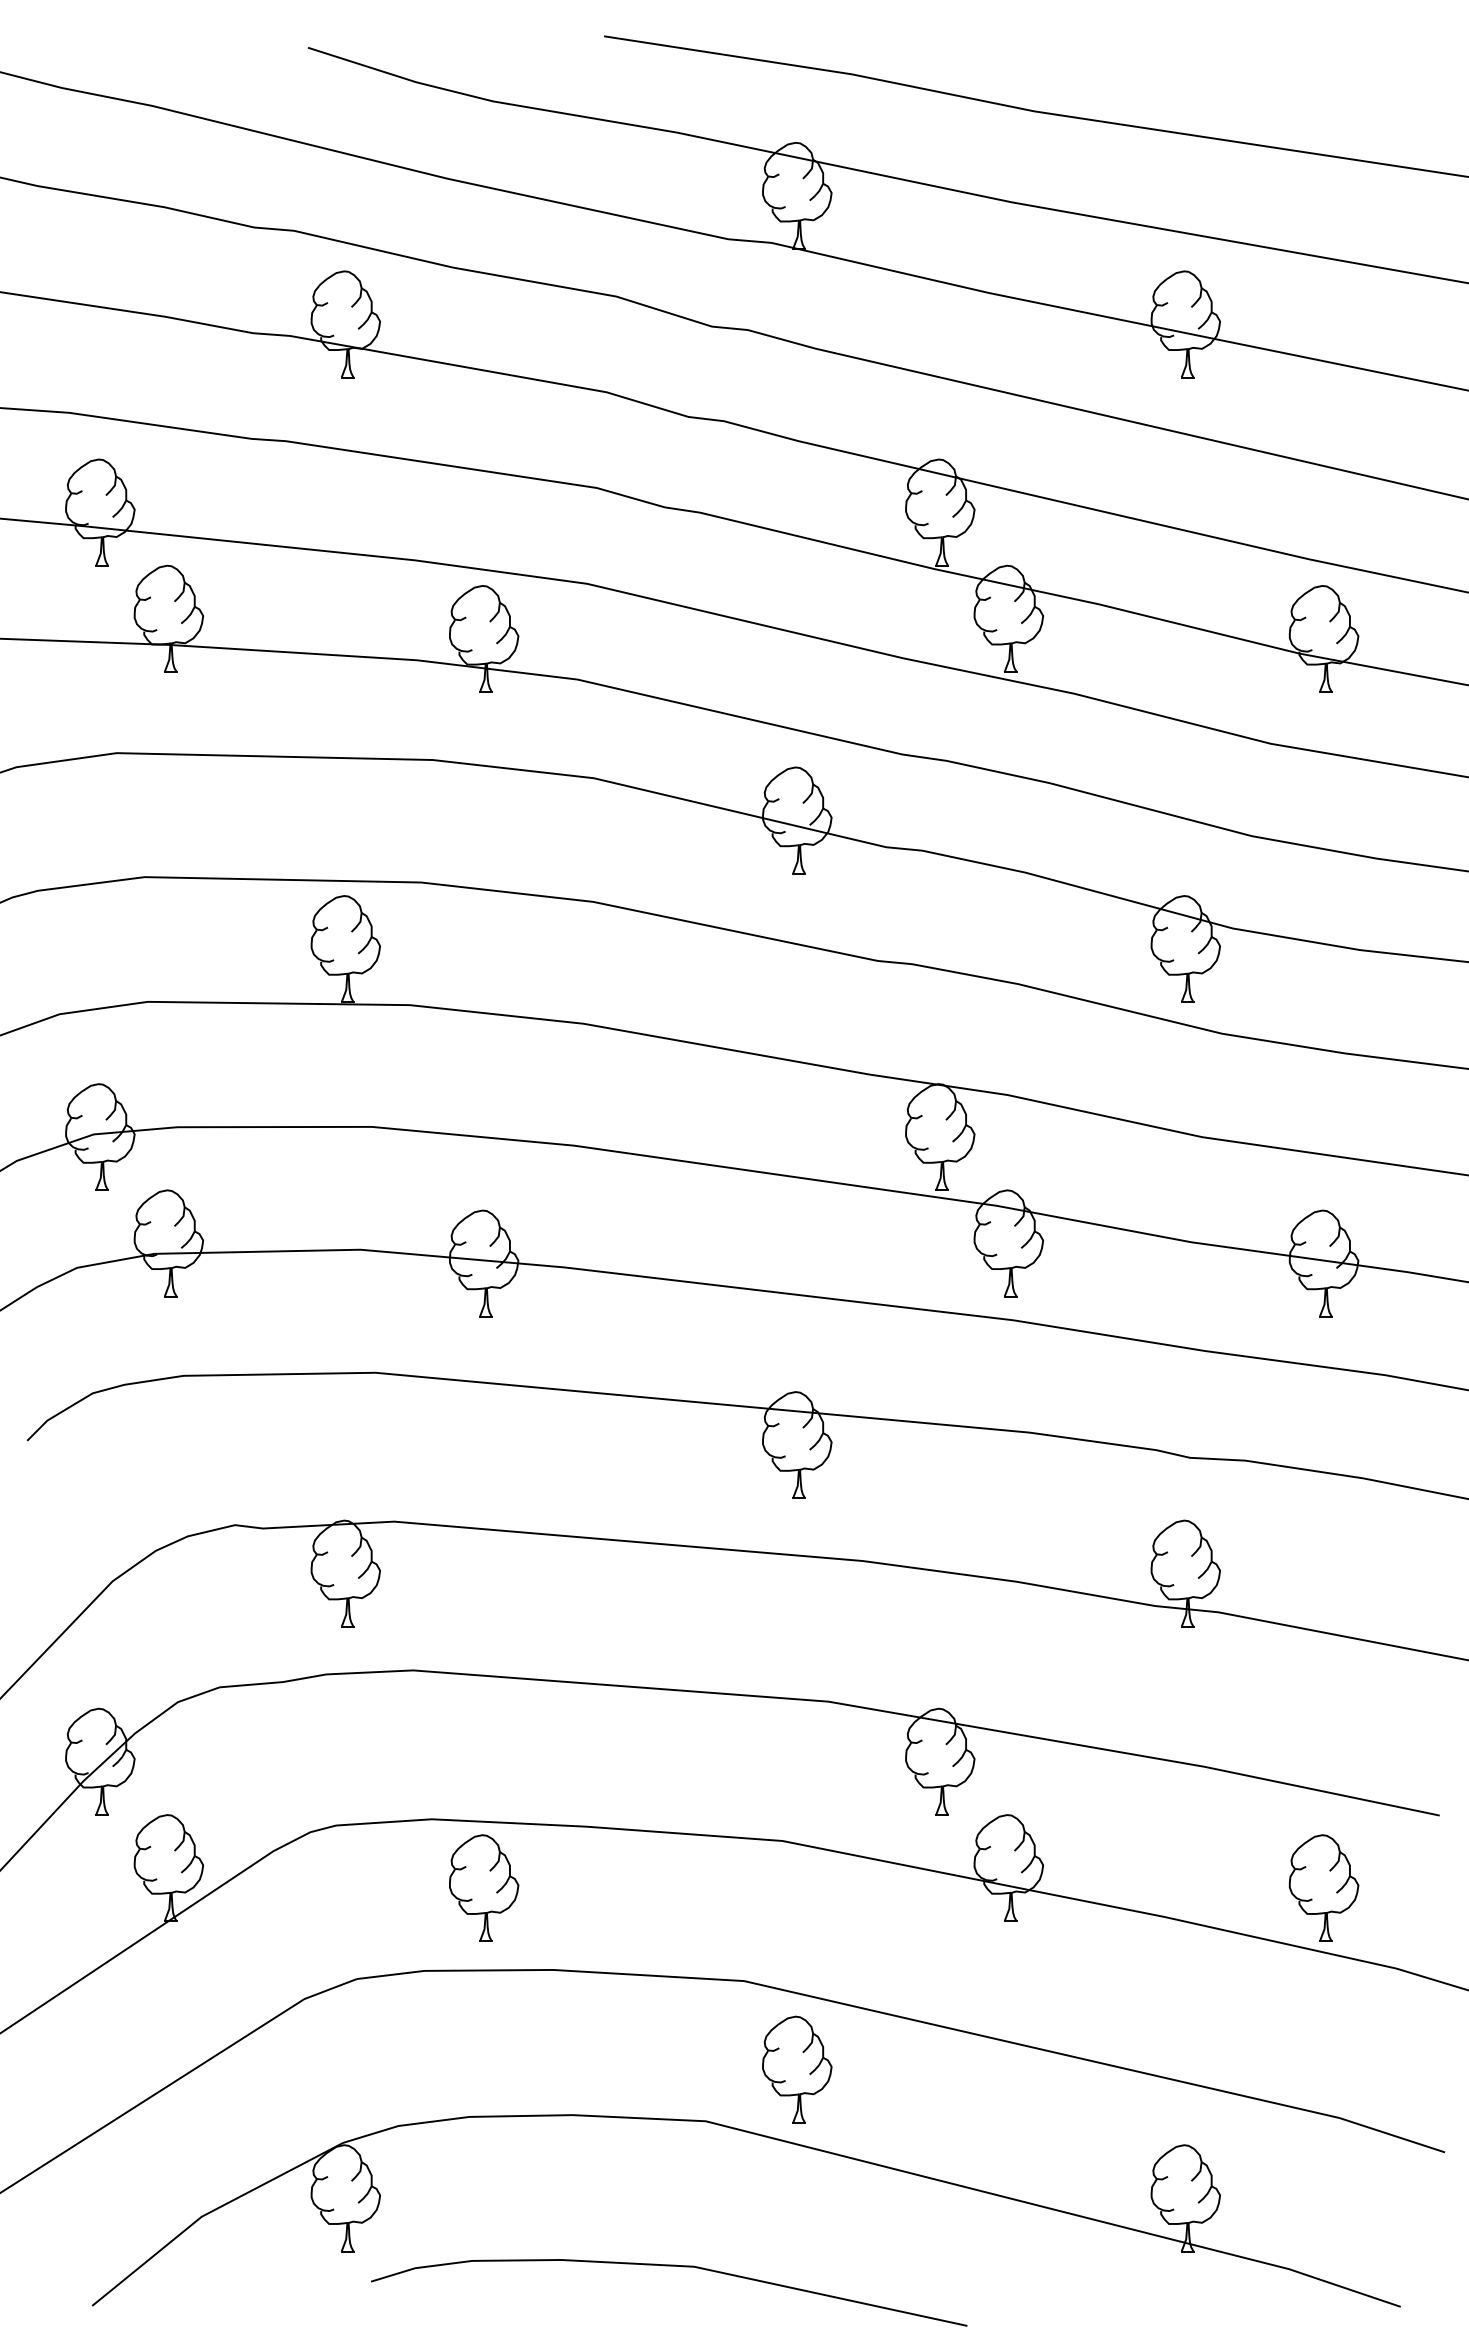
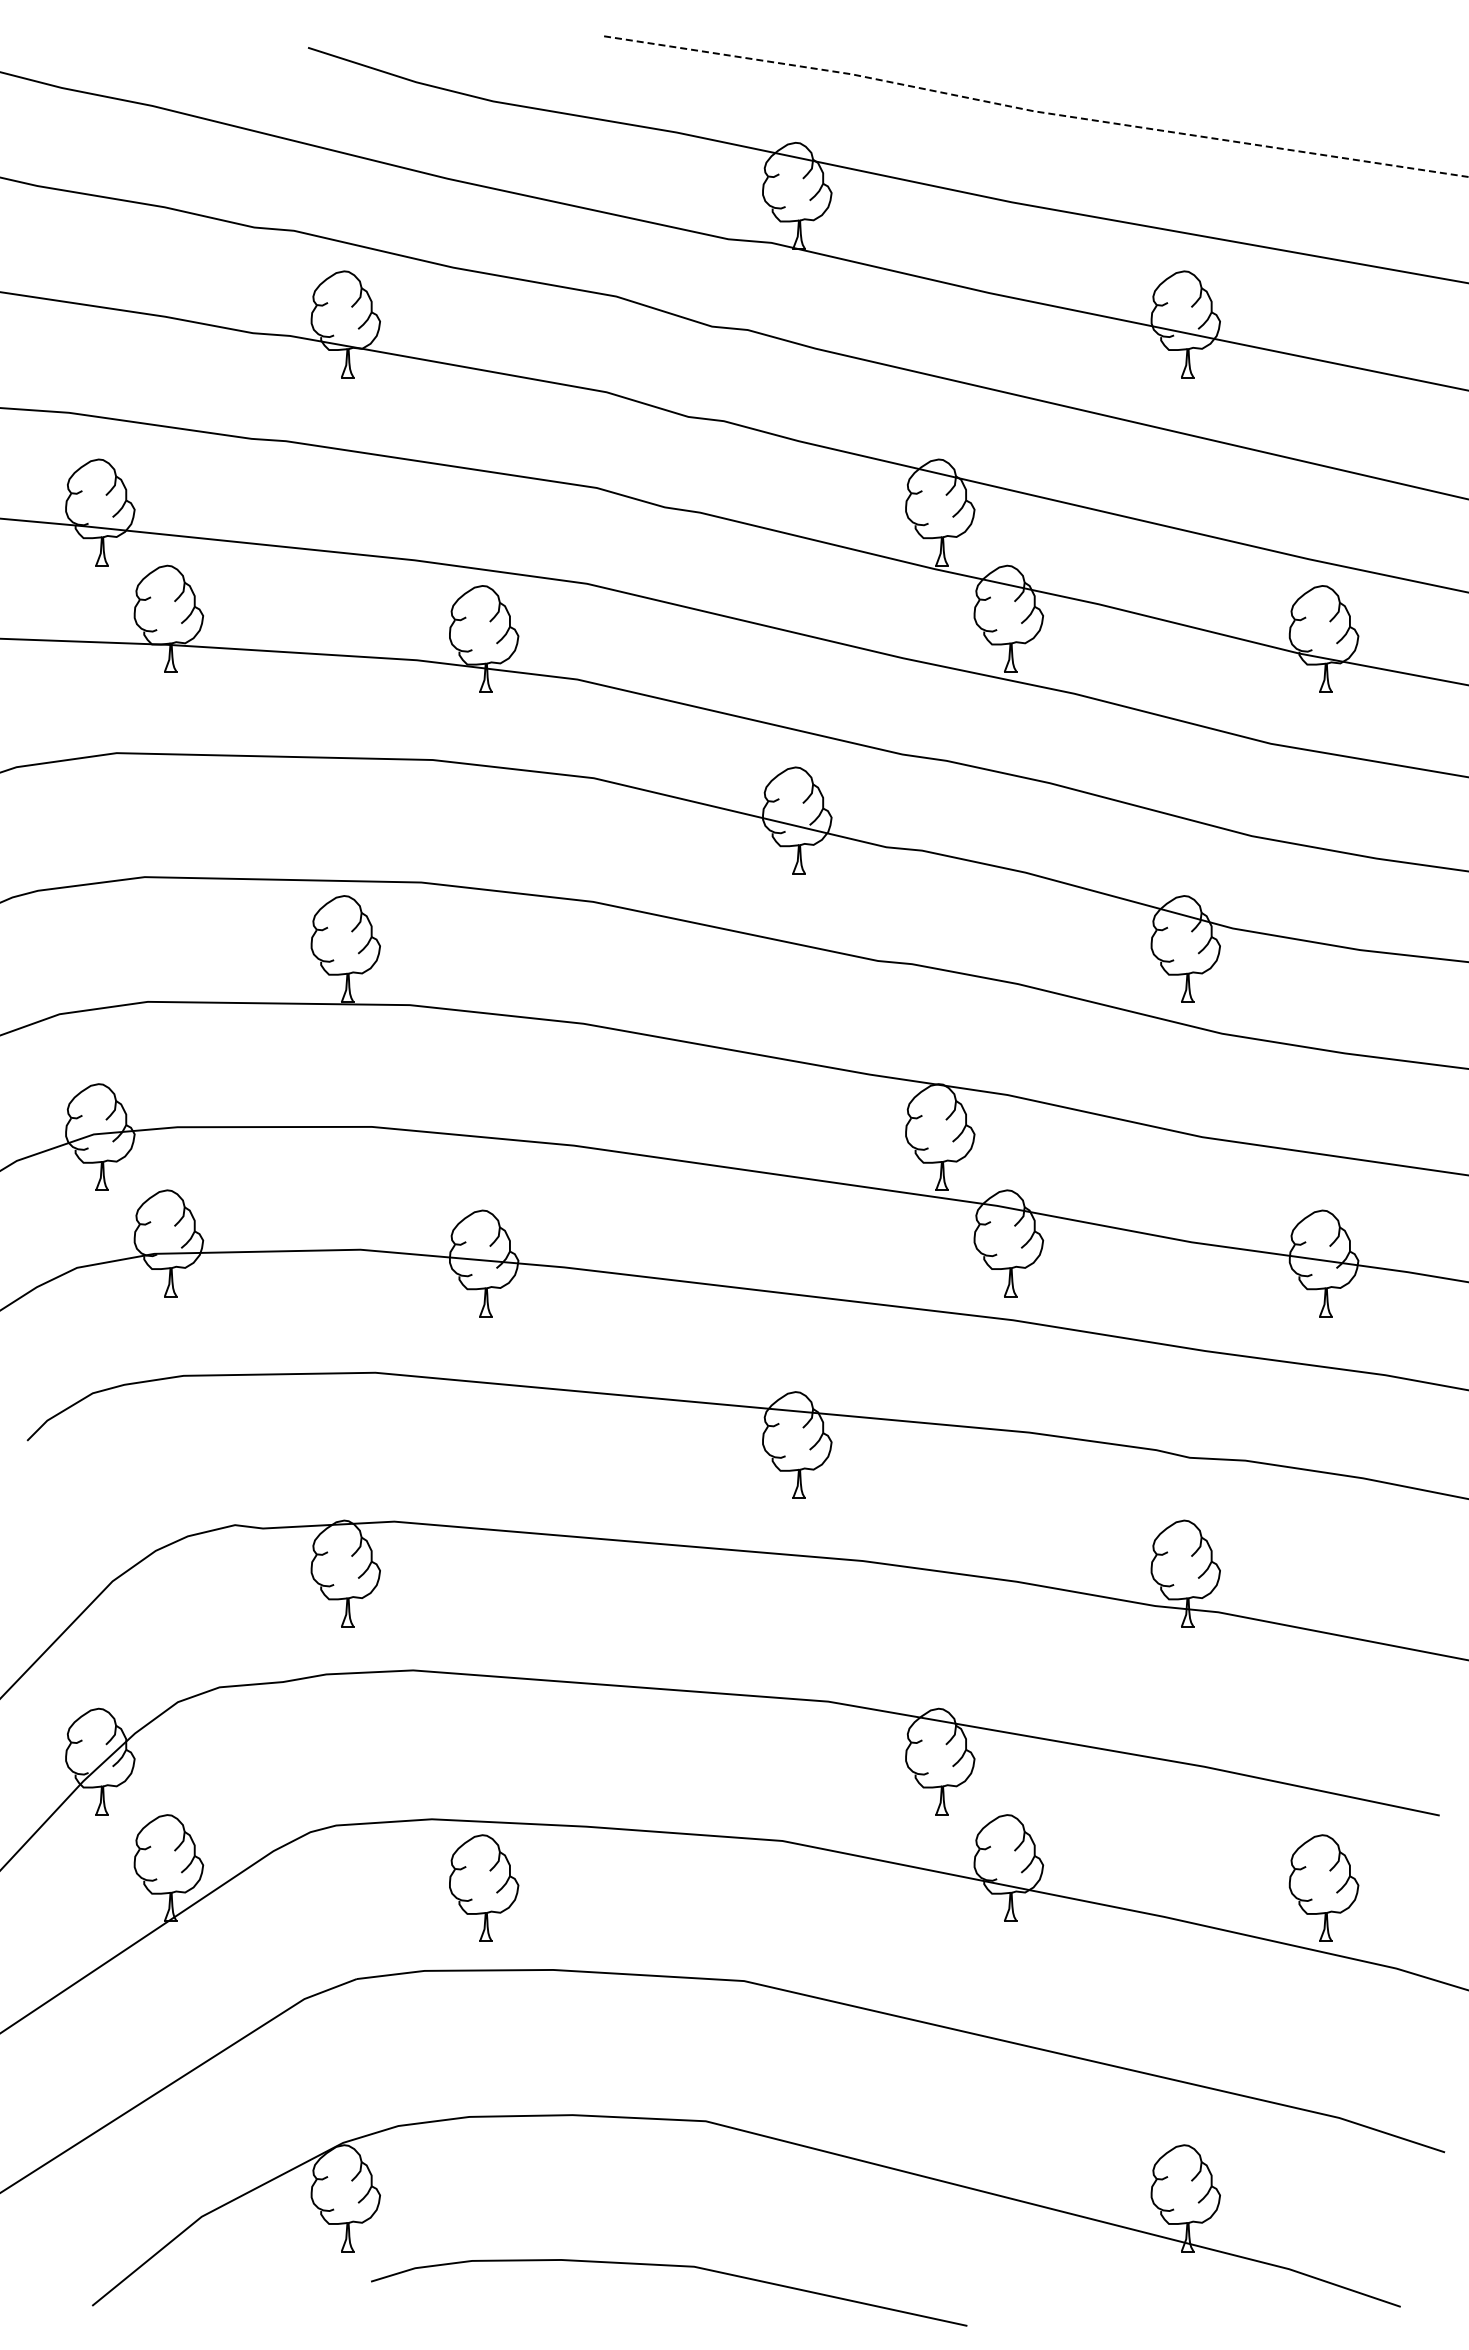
line at (1034, 111): solid -> dashed
part at (797, 2069): present -> none
